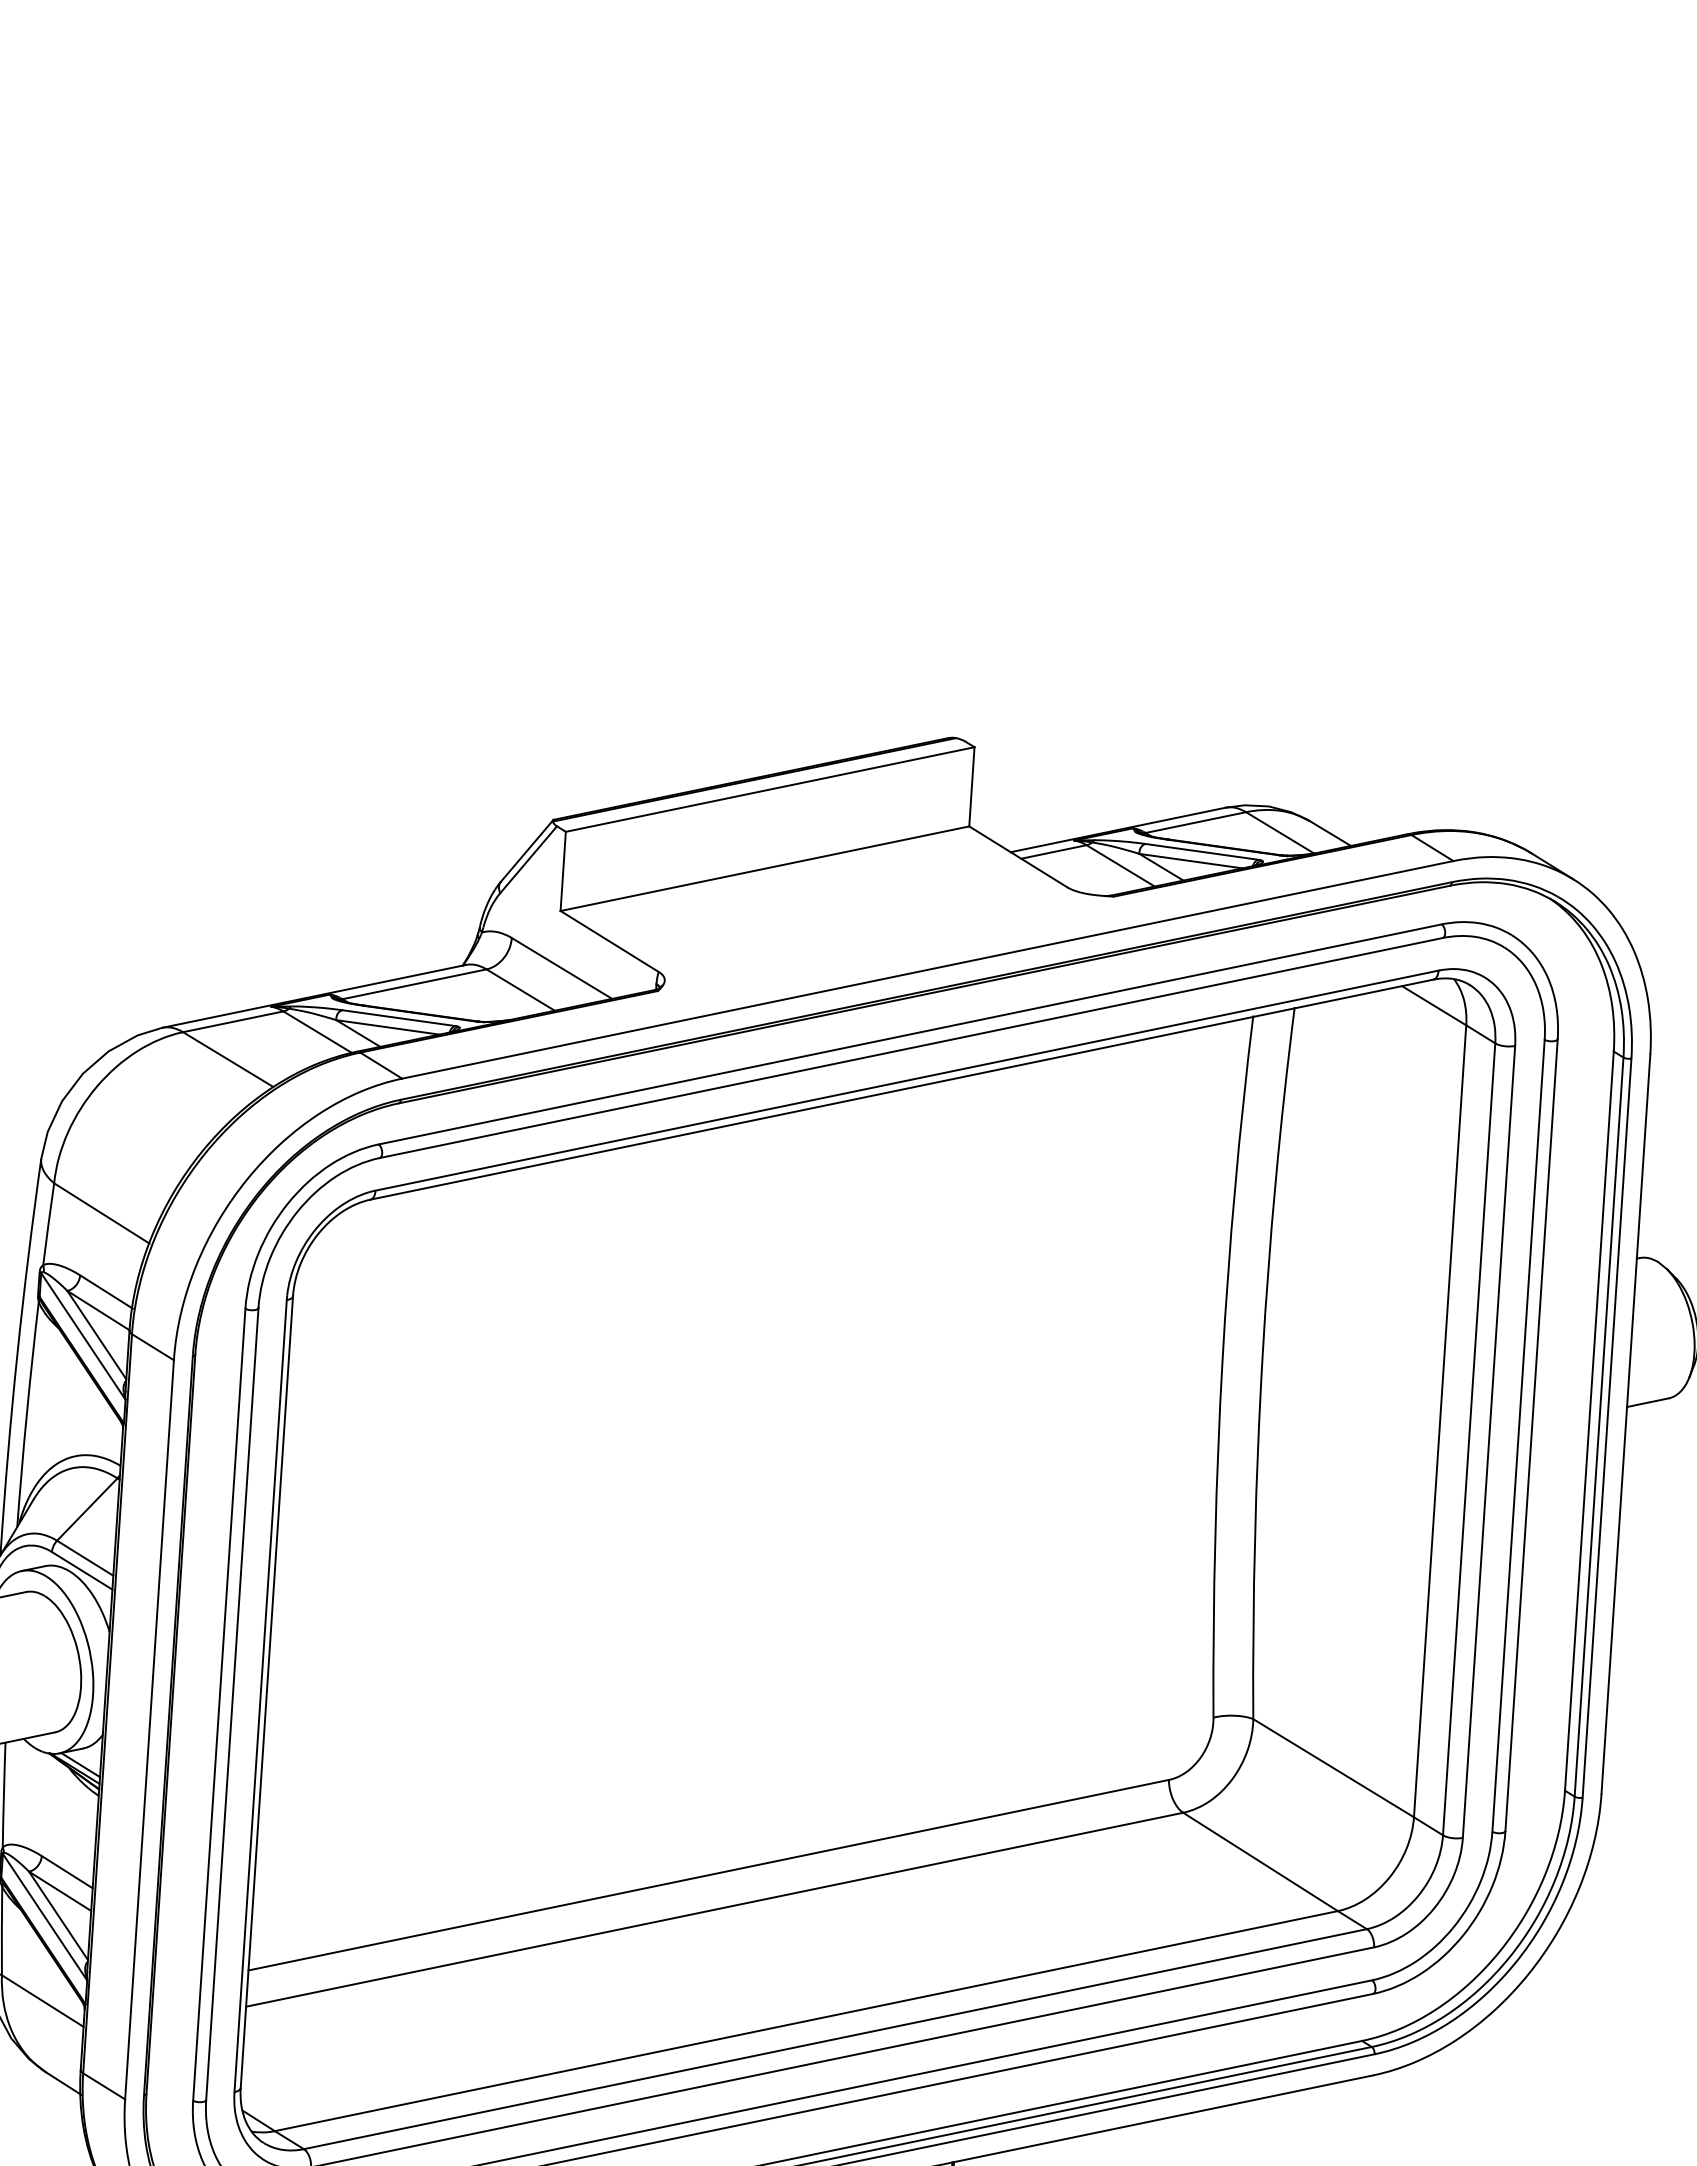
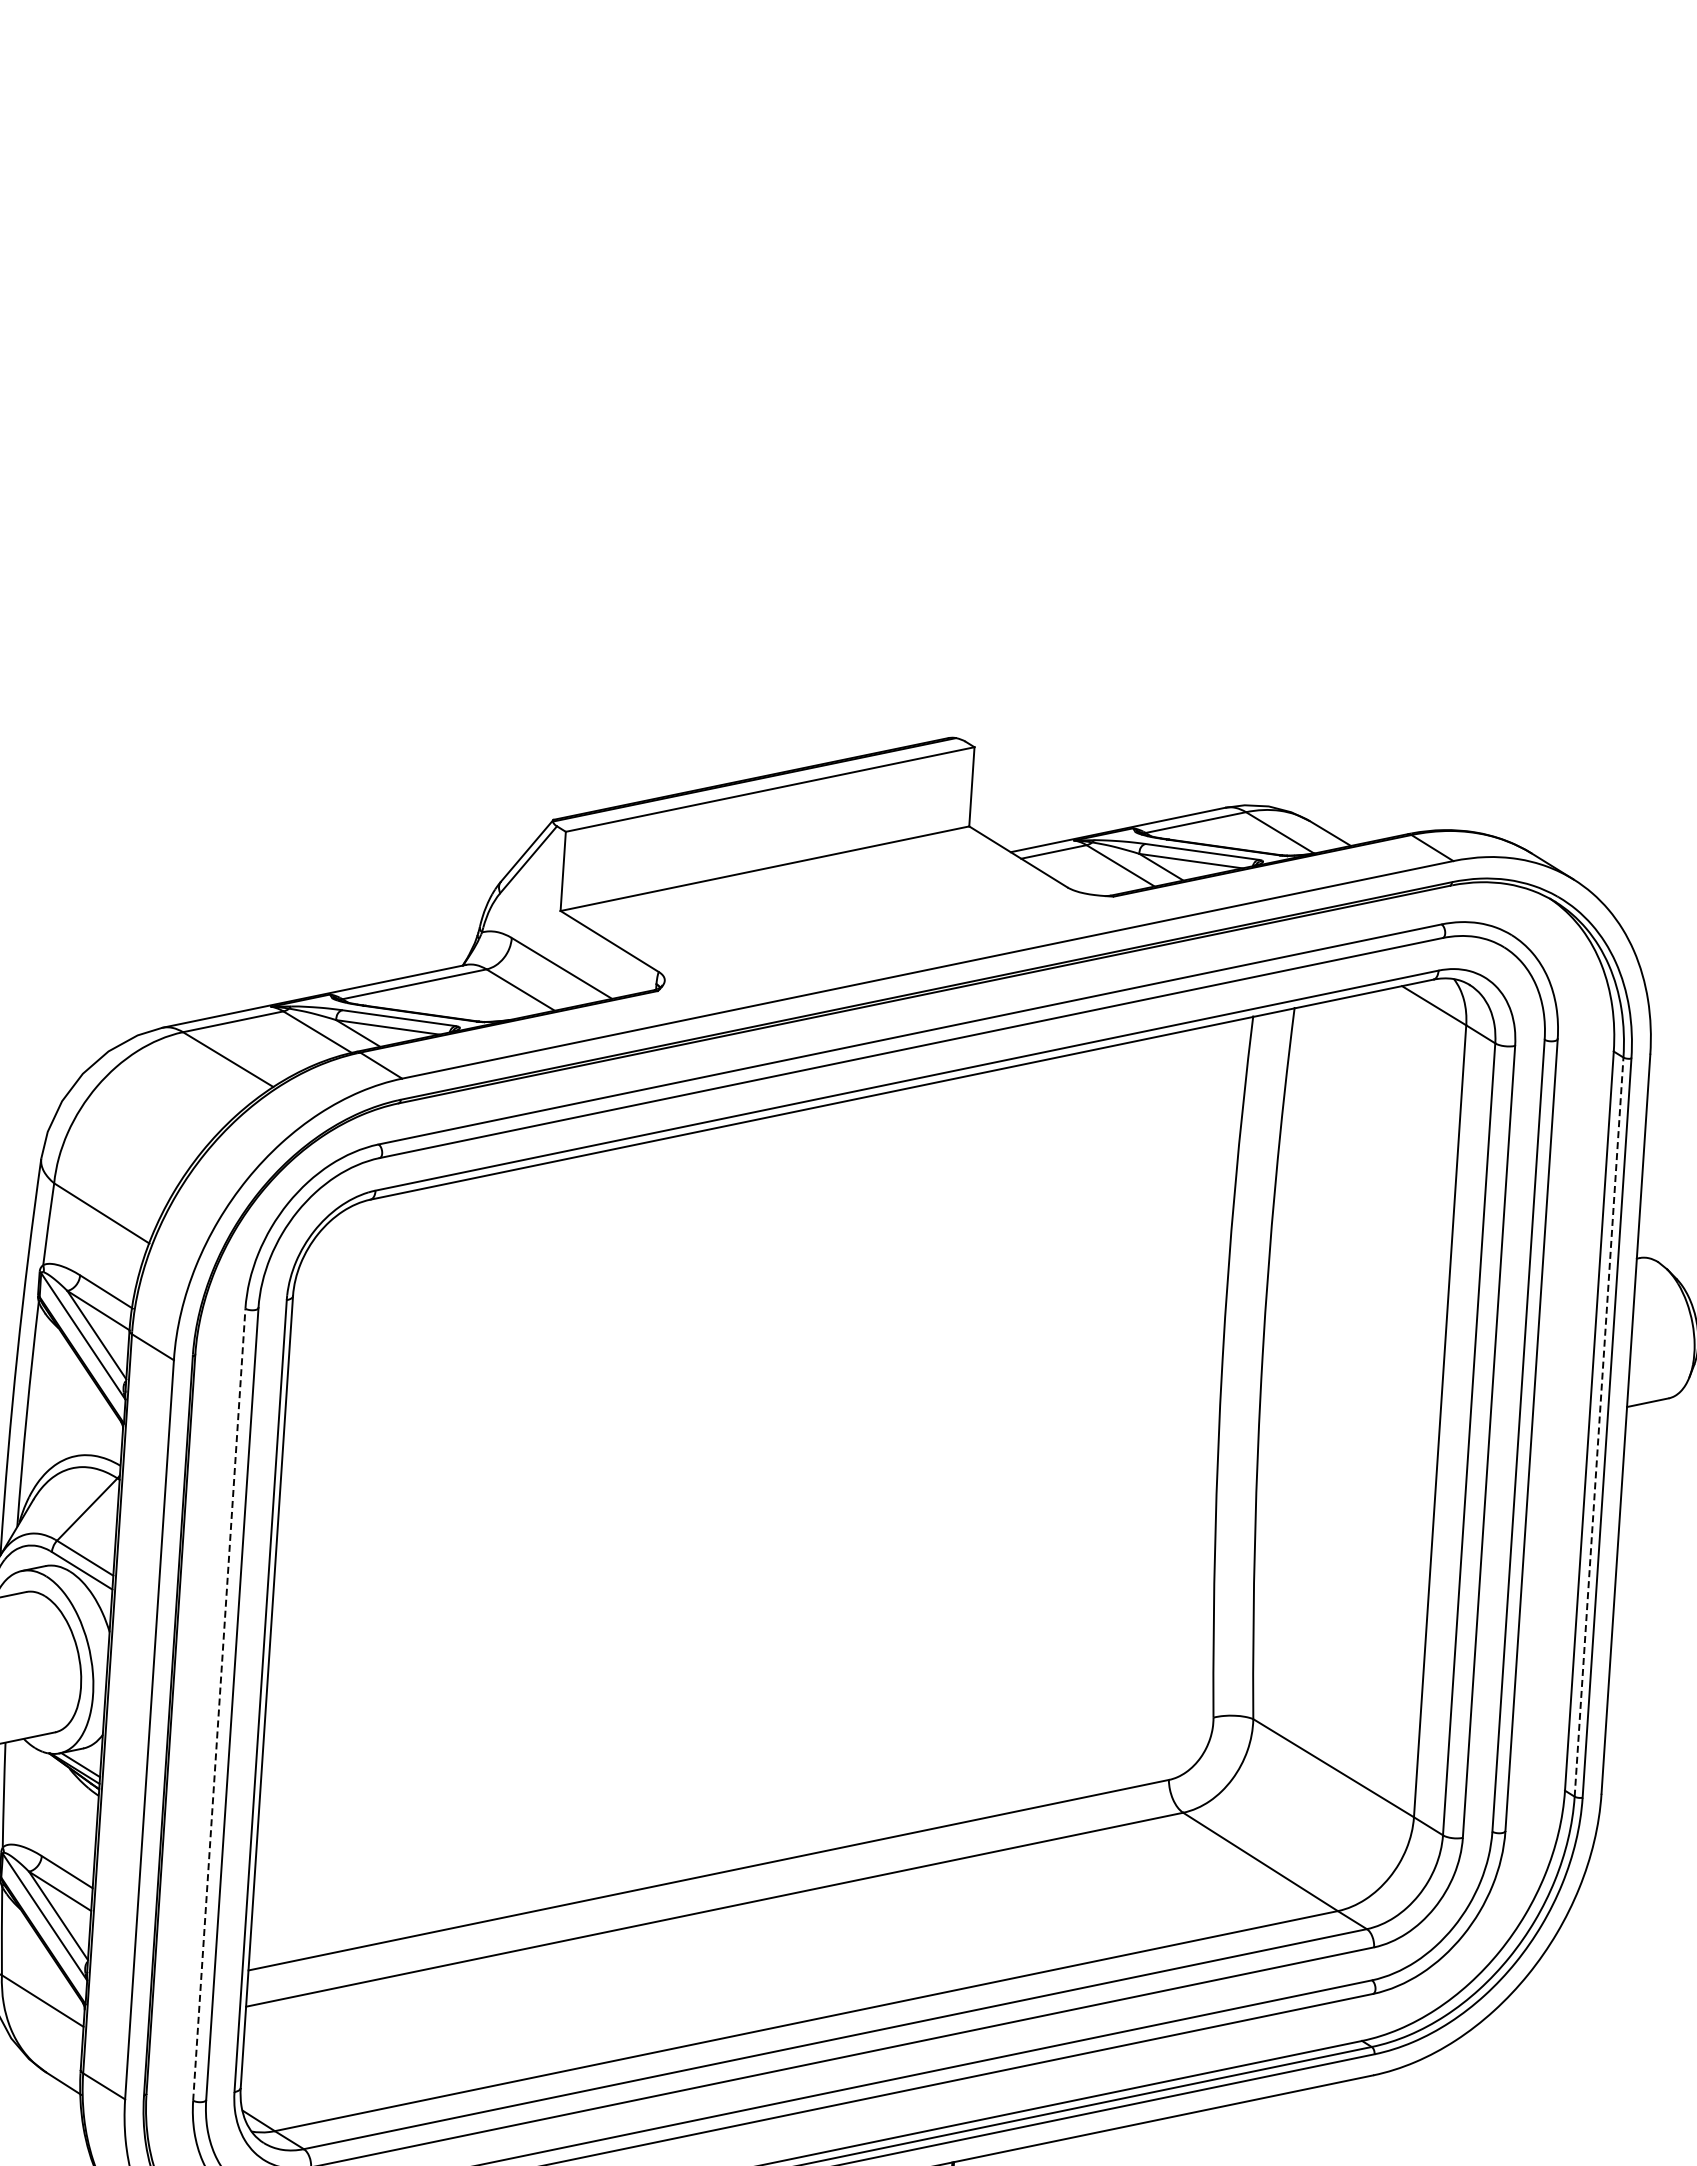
line at (1599, 1426): solid -> dashed
line at (219, 1704): solid -> dashed
